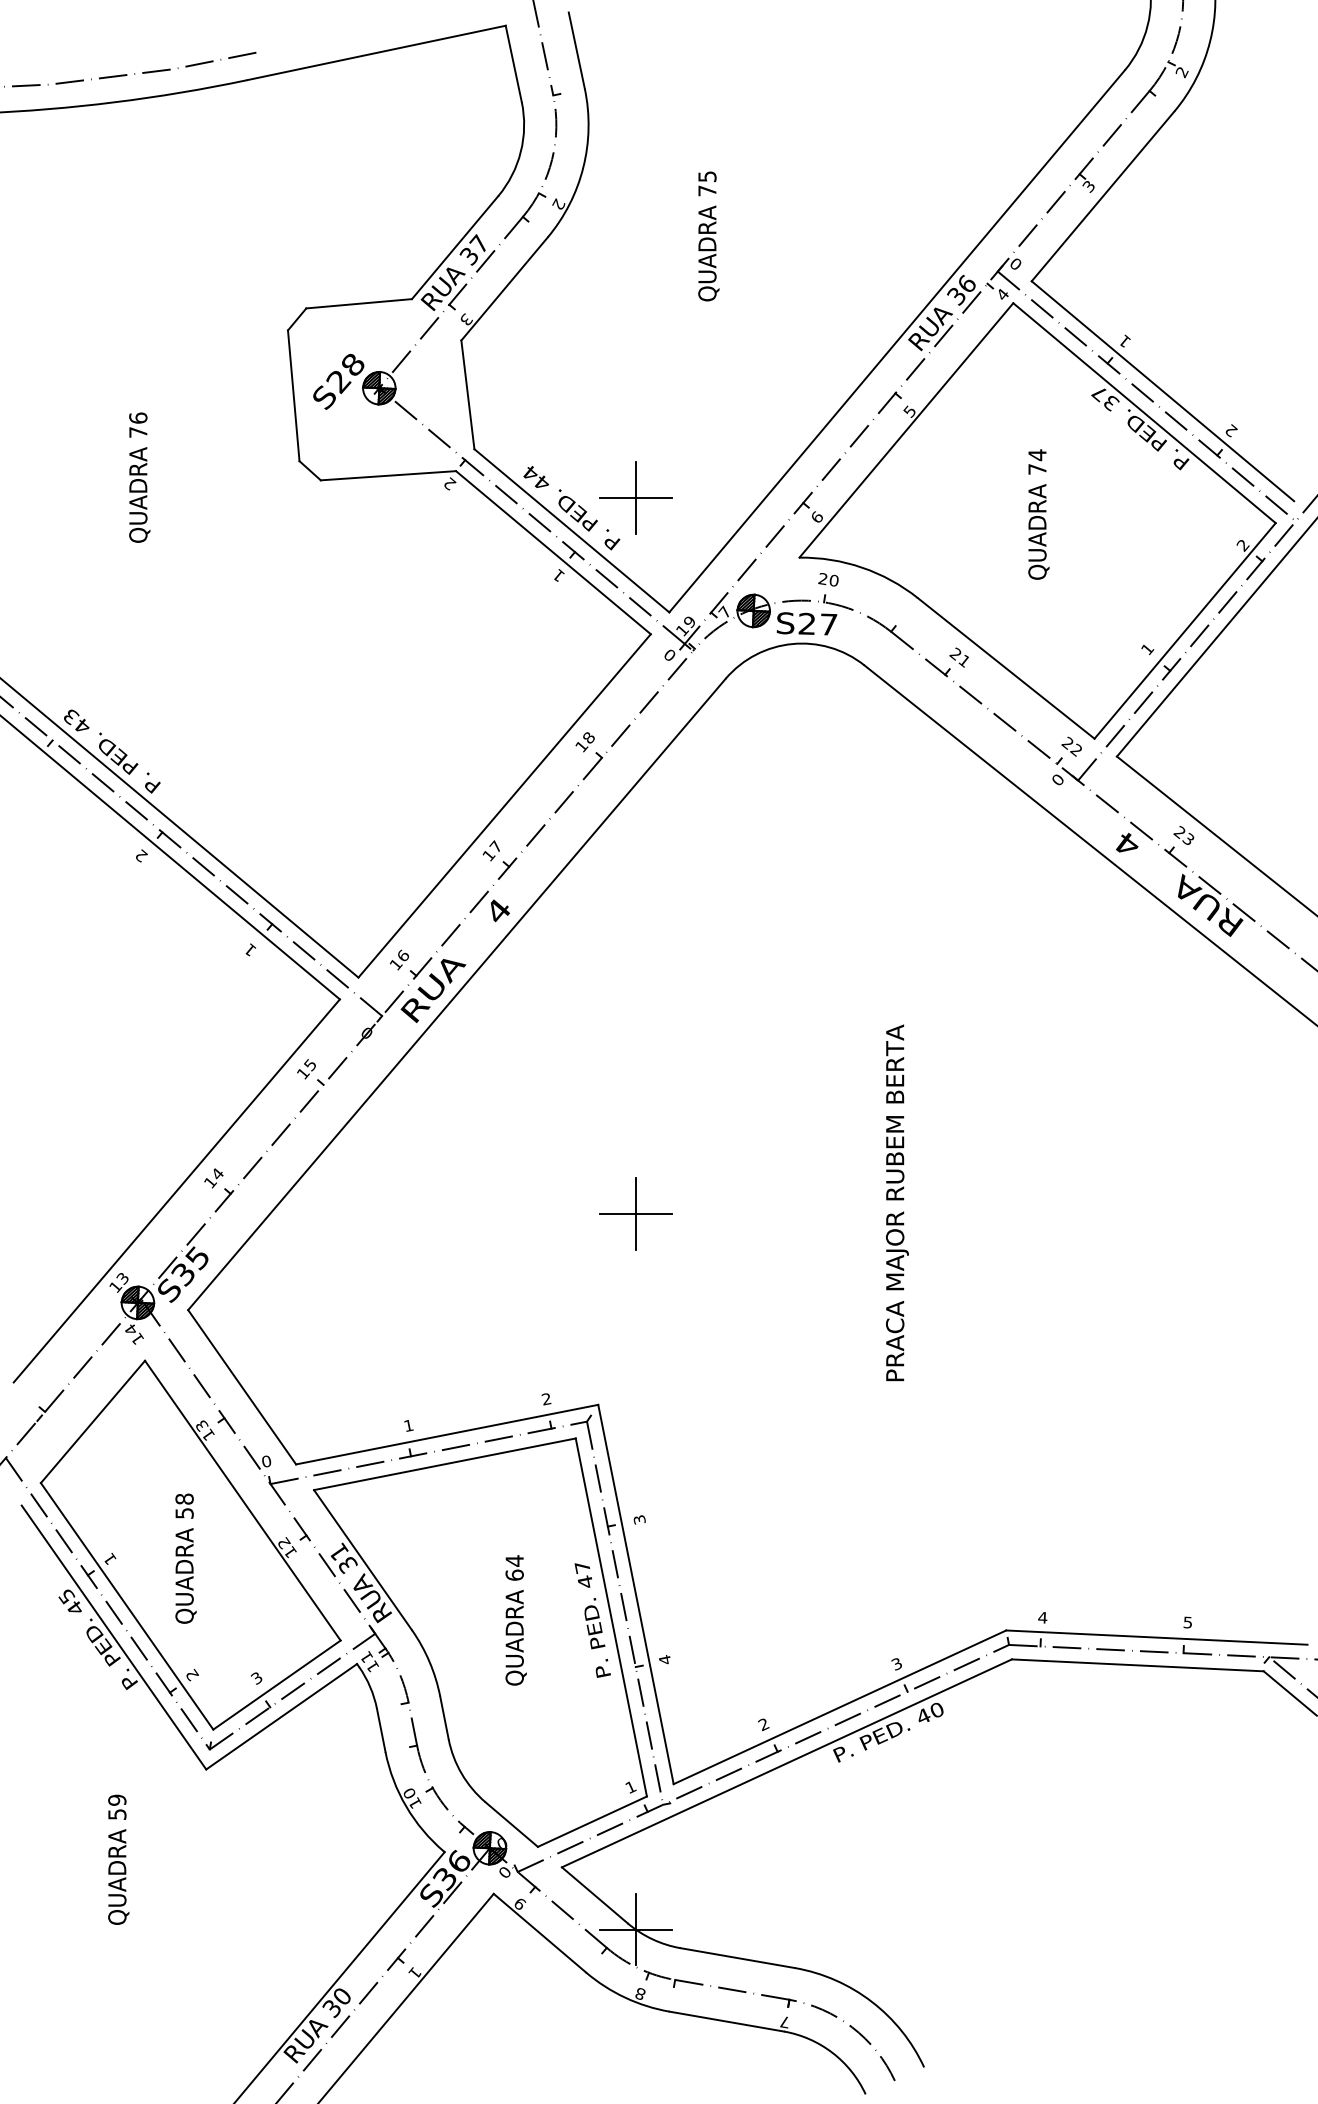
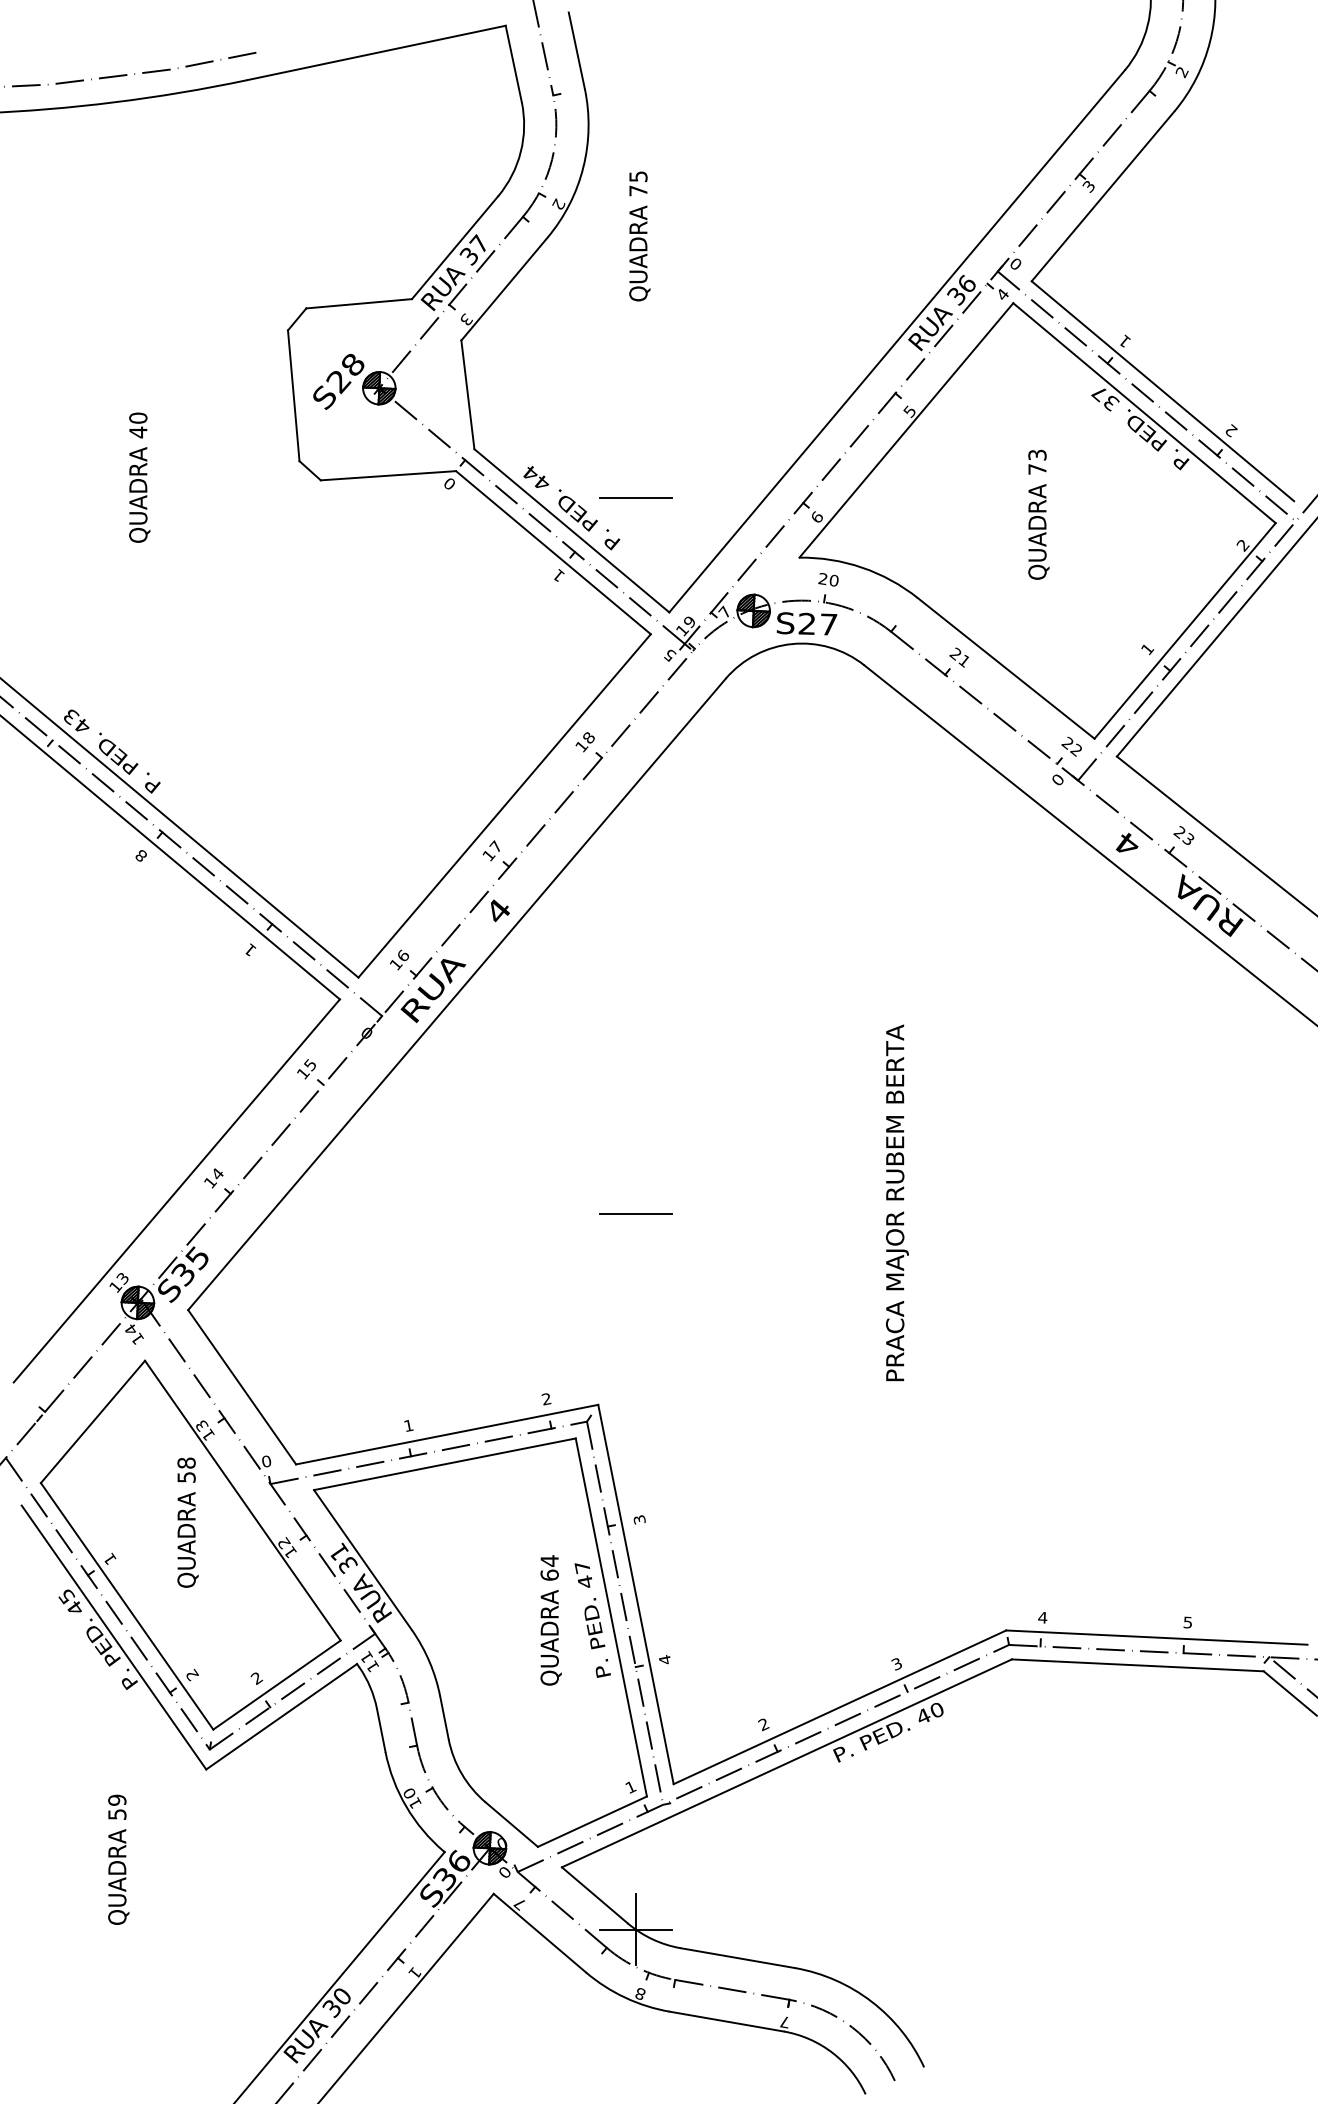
text at (708, 236) position: (708, 236) -> (639, 236)
text at (138, 425): 76 -> 40
text at (1037, 455): 74 -> 73
text at (450, 483): 2 -> 0
line at (636, 497): present -> none
text at (670, 655): 0 -> 5
text at (141, 855): 2 -> 8
line at (636, 1213): present -> none
text at (185, 1558) position: (185, 1558) -> (187, 1522)
text at (515, 1620) position: (515, 1620) -> (550, 1620)
text at (256, 1677): 3 -> 2
text at (519, 1904): 9 -> 7
